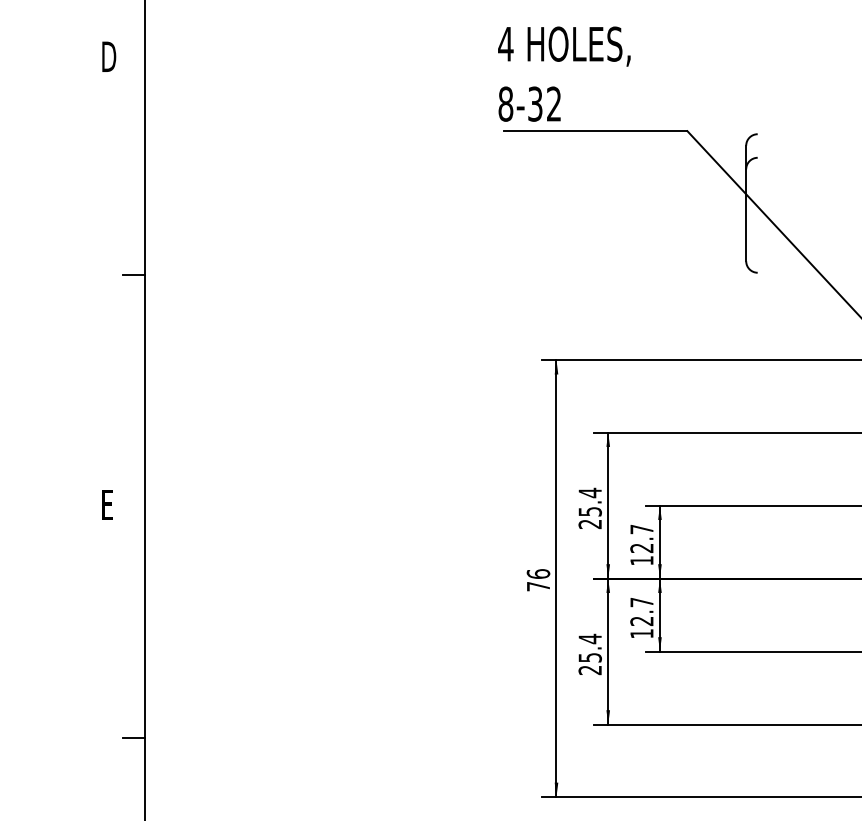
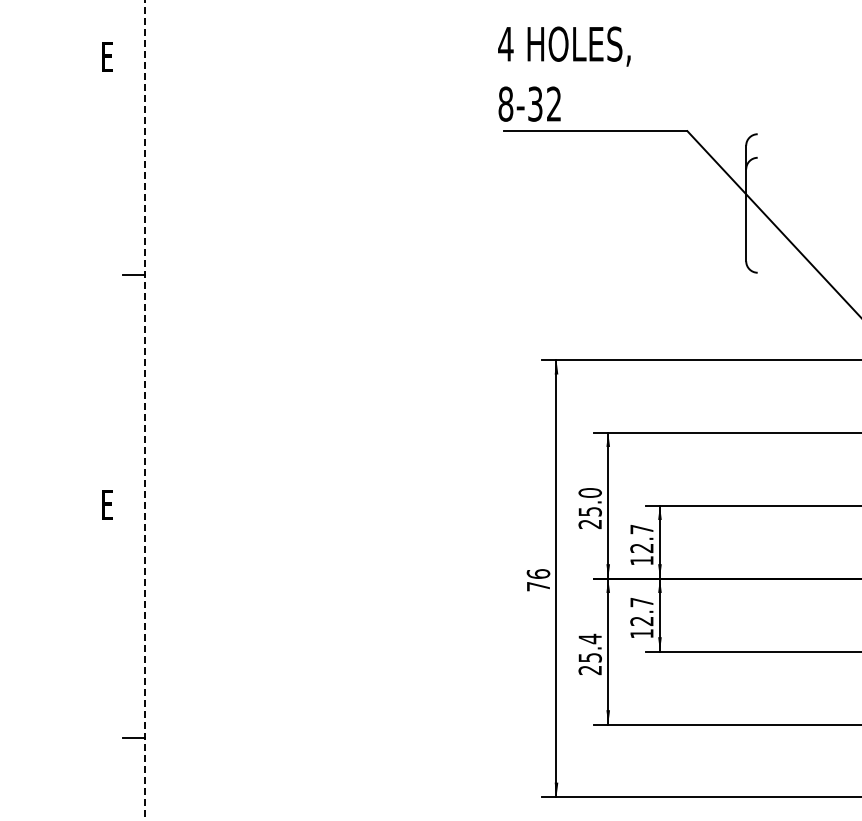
text at (109, 56): D -> E
line at (144, 410): solid -> dashed
text at (589, 492): 25.4 -> 25.0
